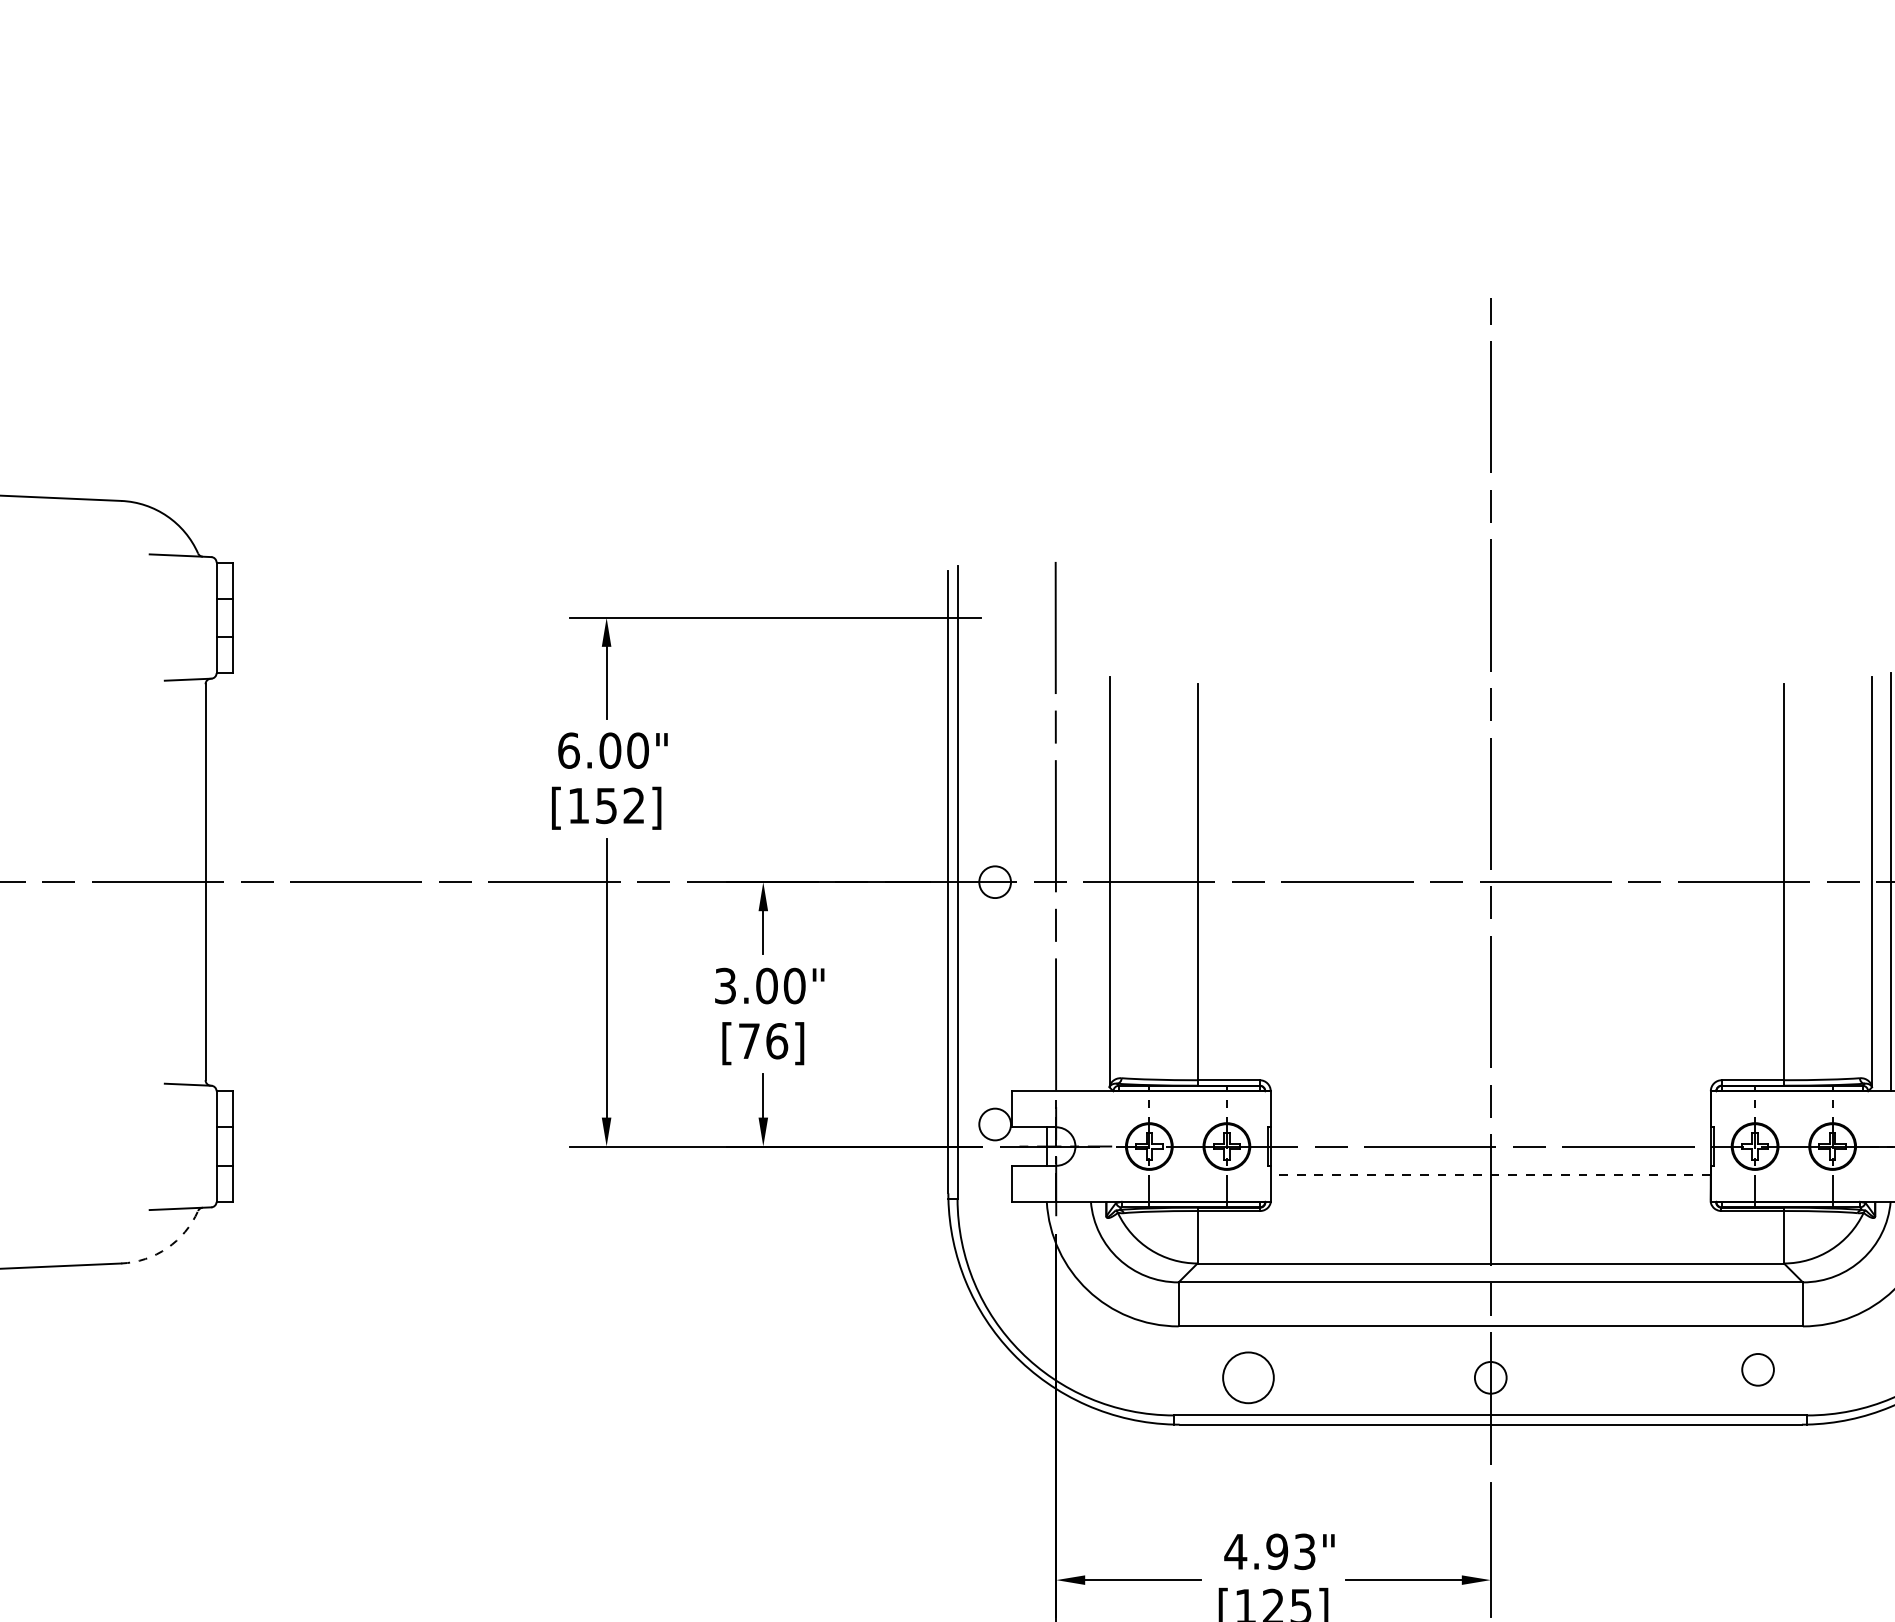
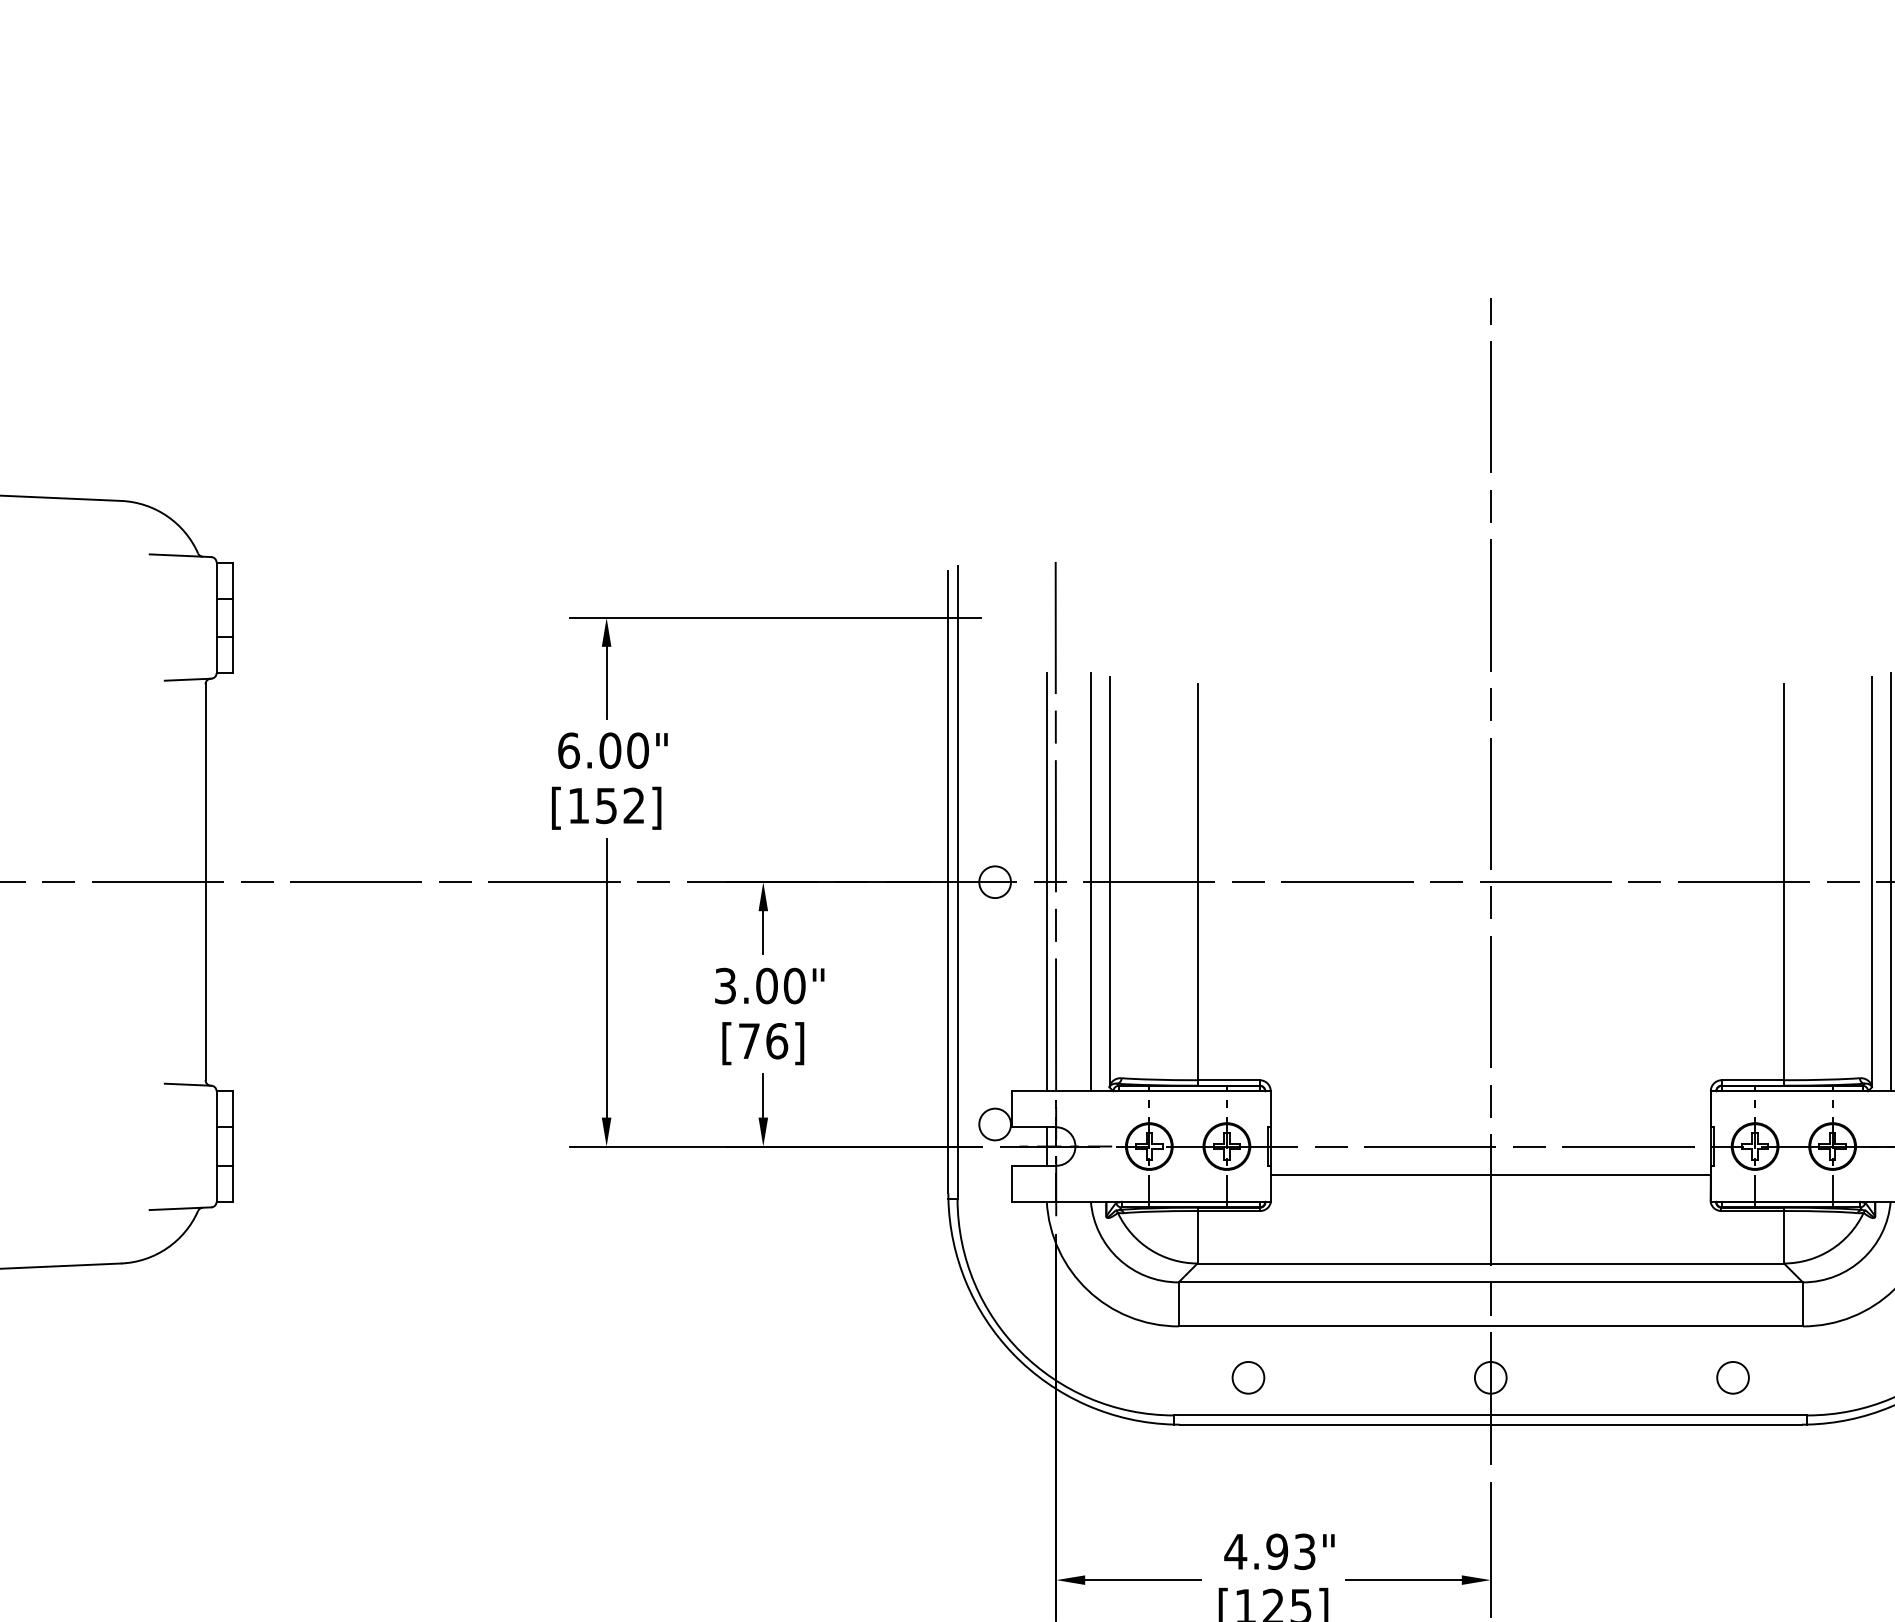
line at (1046, 881): none -> present
line at (1090, 881): none -> present
line at (1490, 1175): dashed -> solid
arc at (167, 1248): dashed -> solid
circle at (1757, 1369) position: (1757, 1369) -> (1732, 1377)
circle at (1248, 1377) diameter: 51 px -> 32 px
